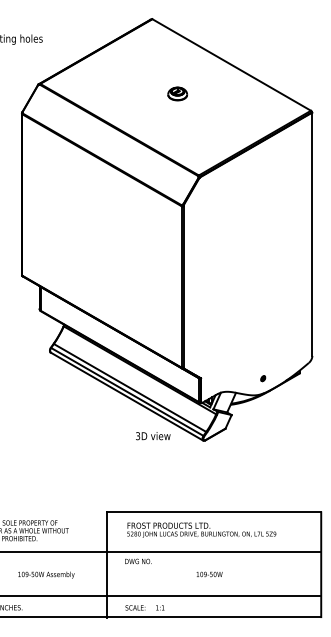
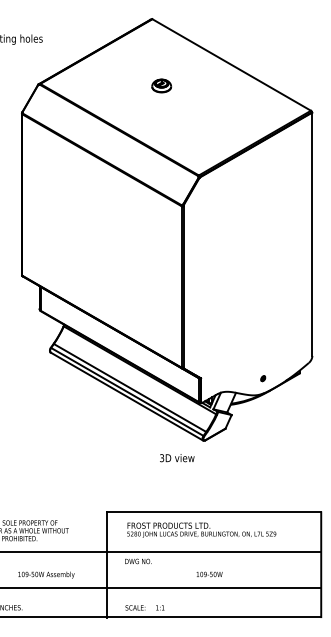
part at (177, 93) position: (177, 93) -> (161, 85)
text at (153, 436) position: (153, 436) -> (177, 458)
line at (161, 596) position: (161, 596) -> (161, 588)
